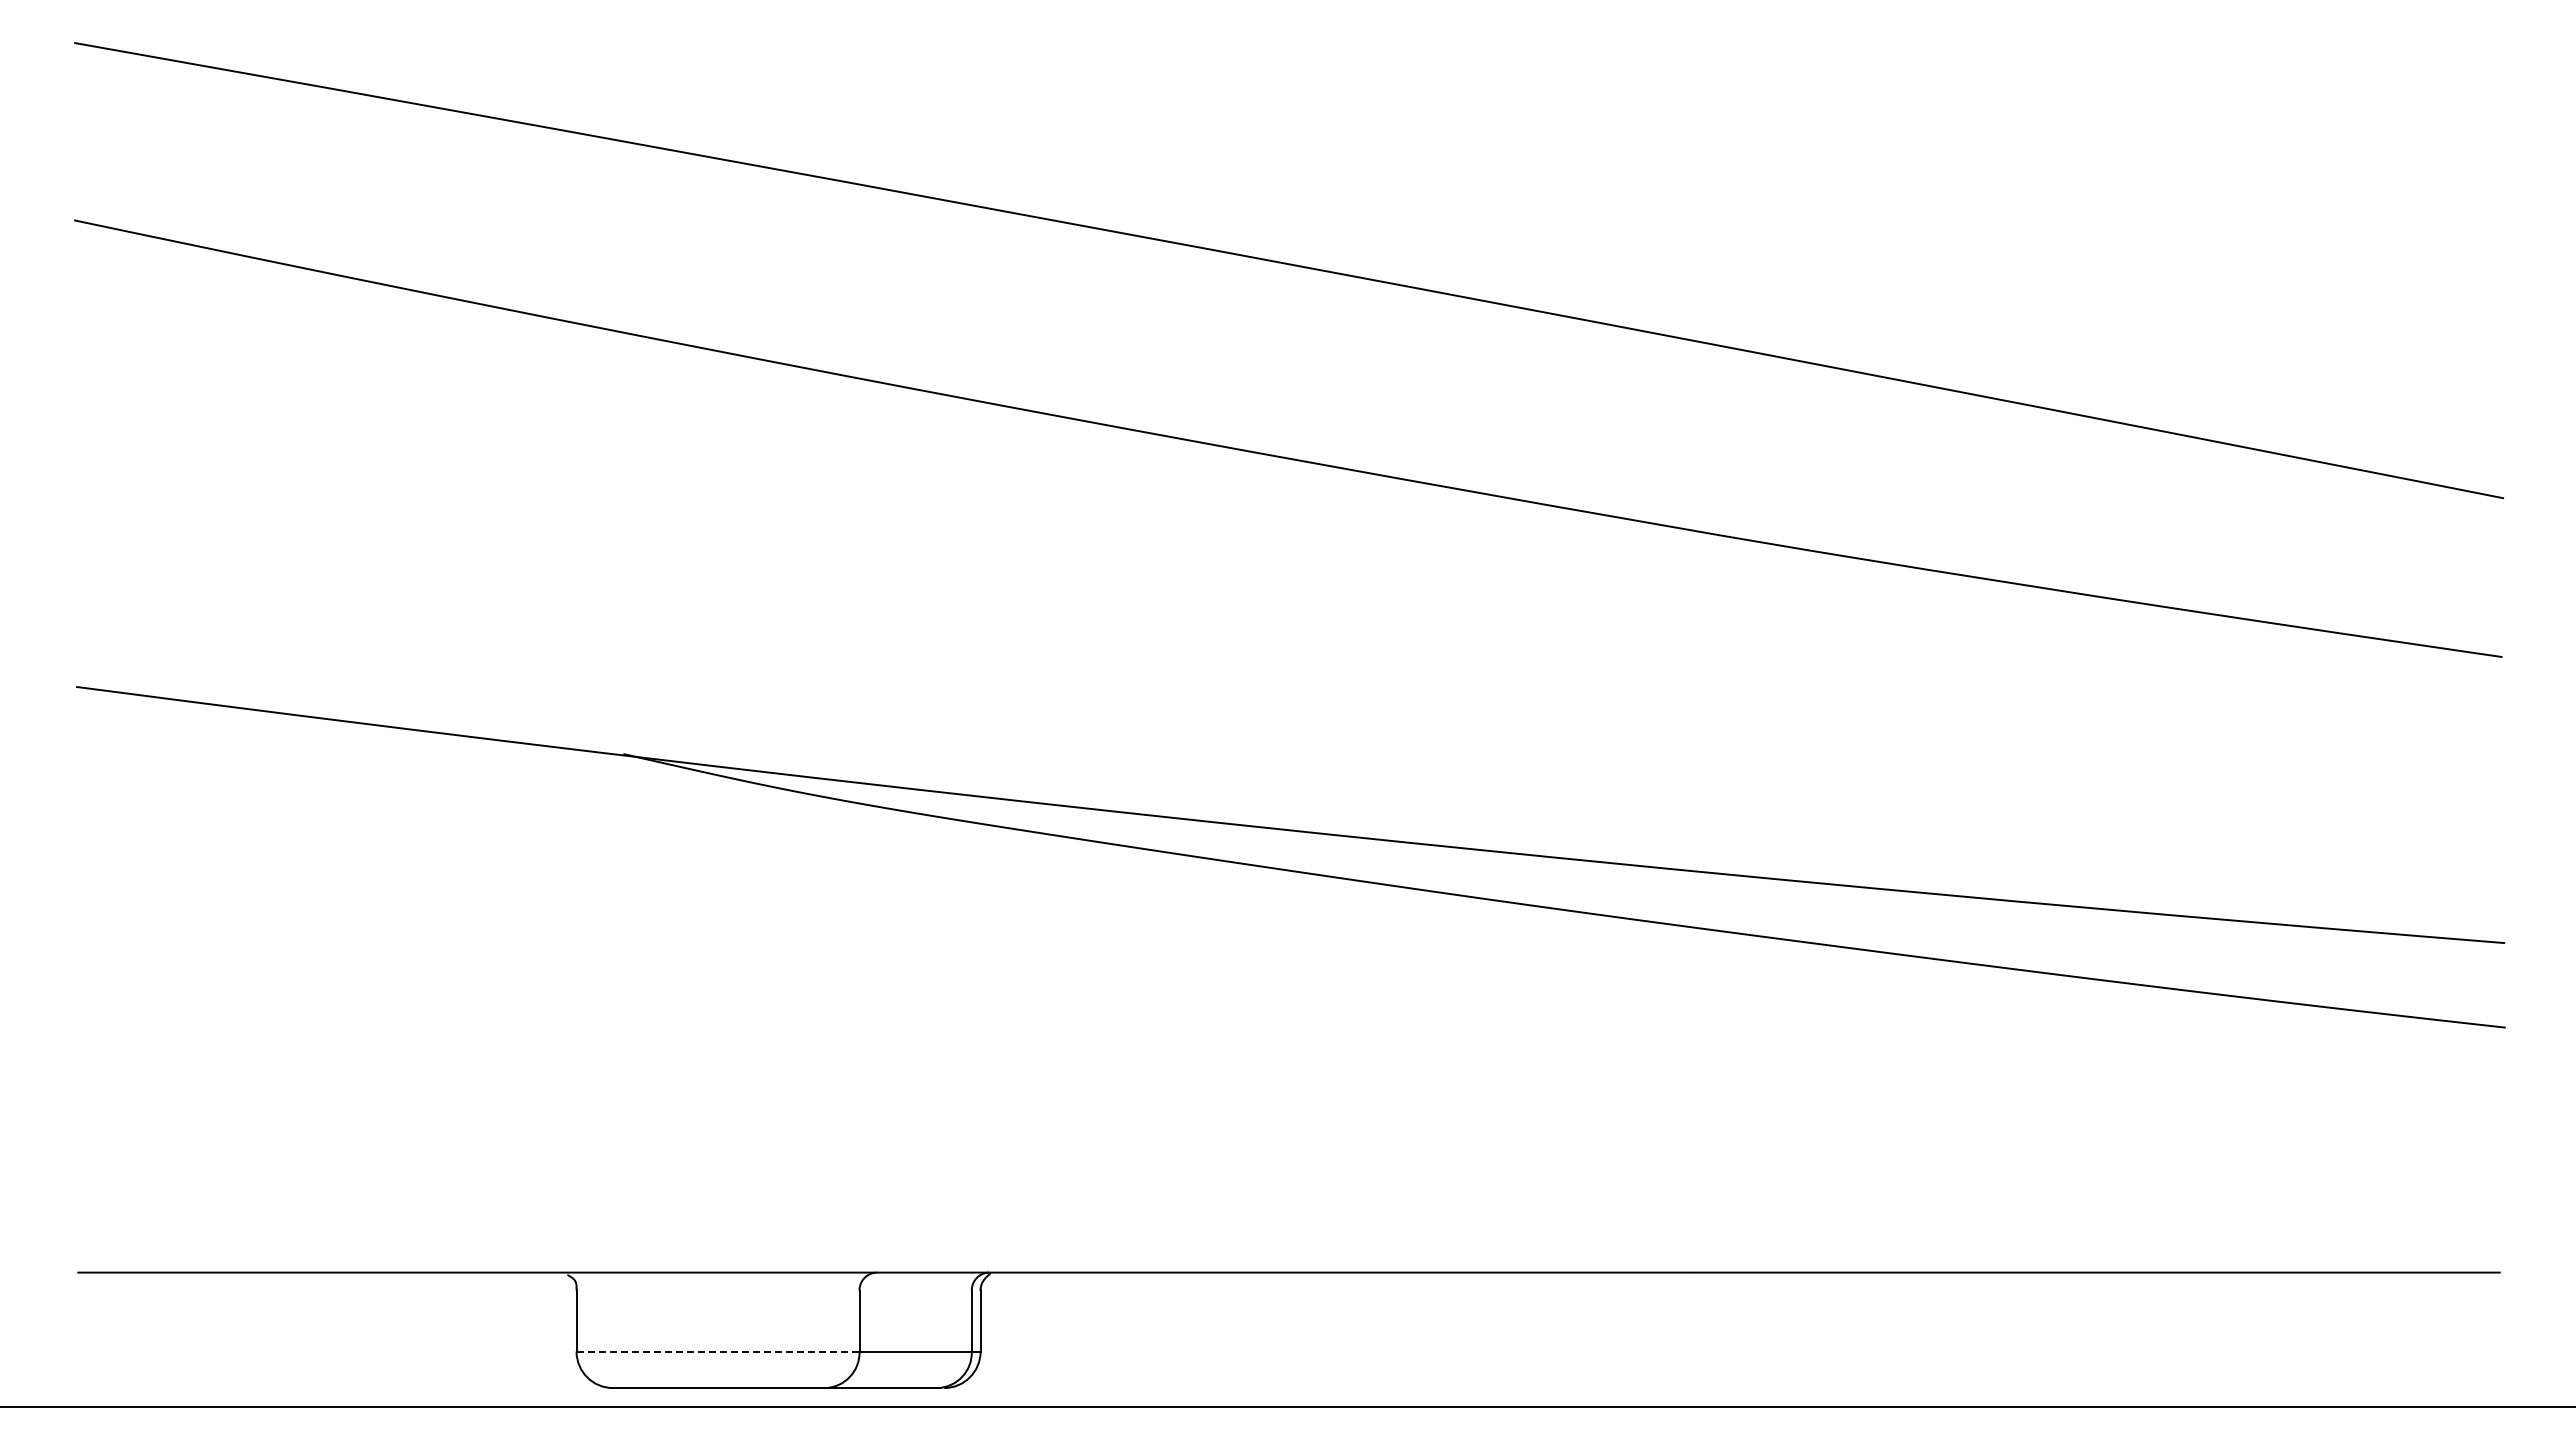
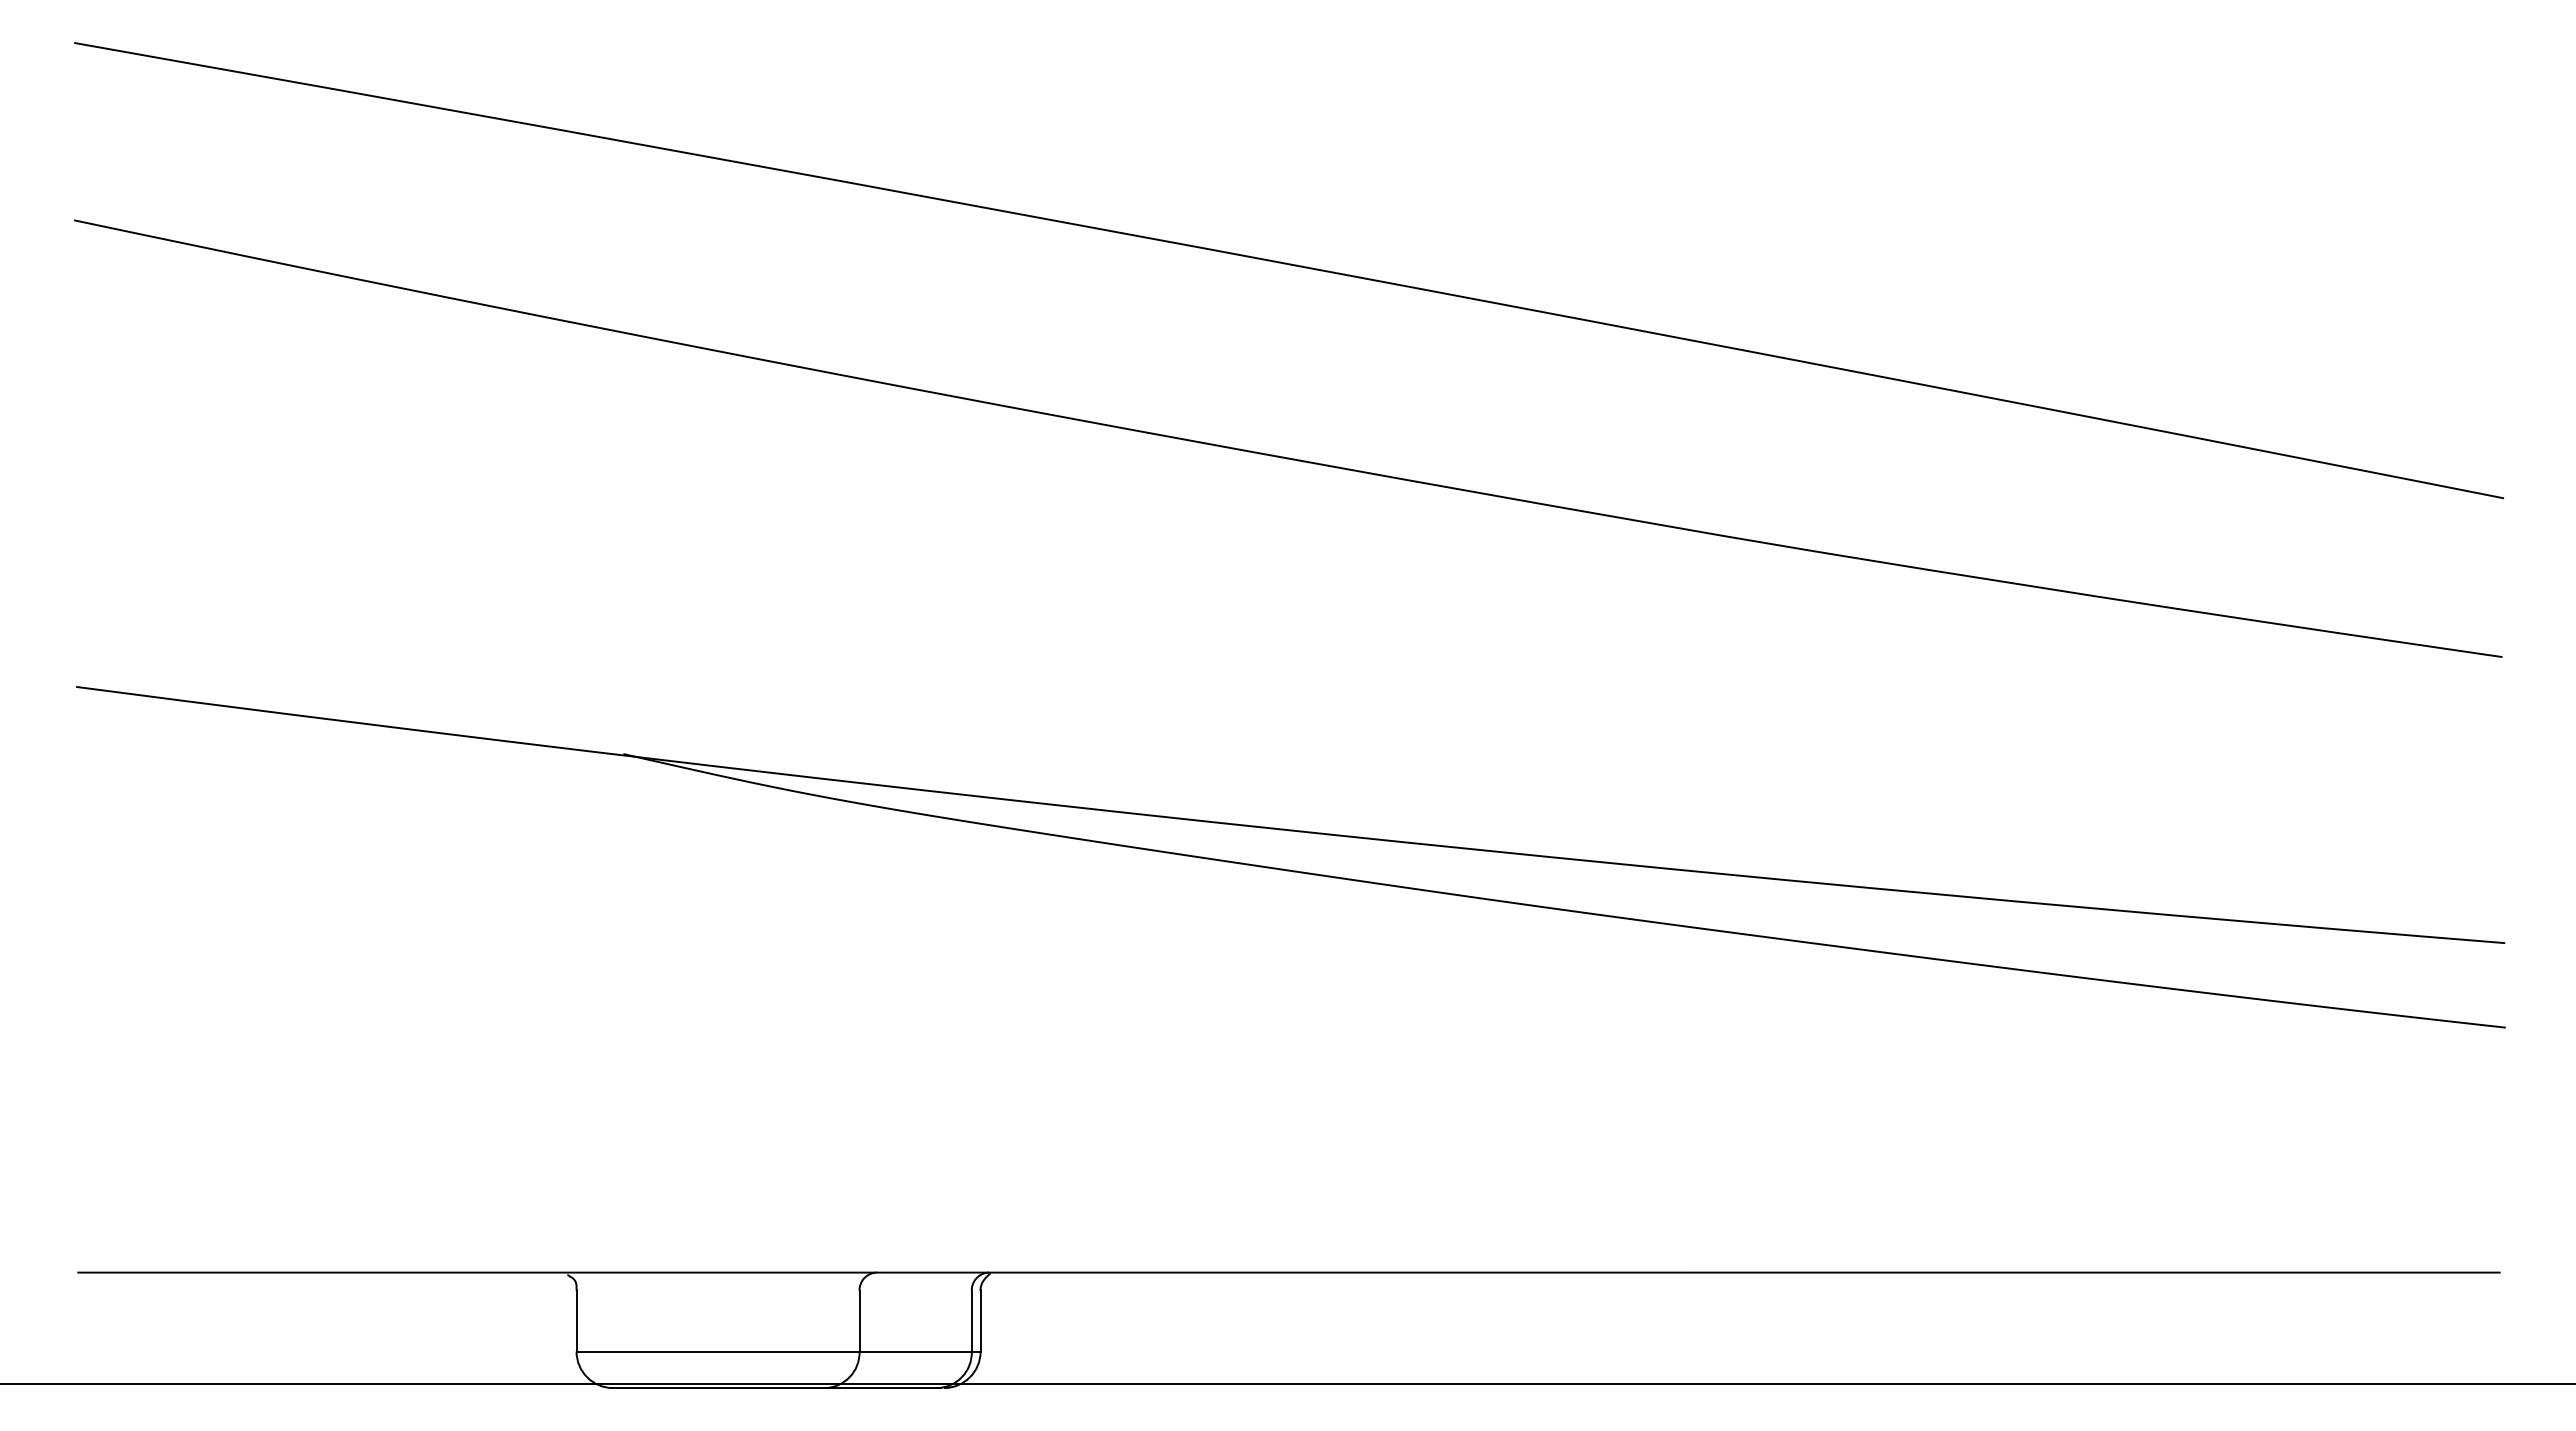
line at (718, 1351): dashed -> solid
line at (1287, 1407) position: (1287, 1407) -> (1287, 1384)
